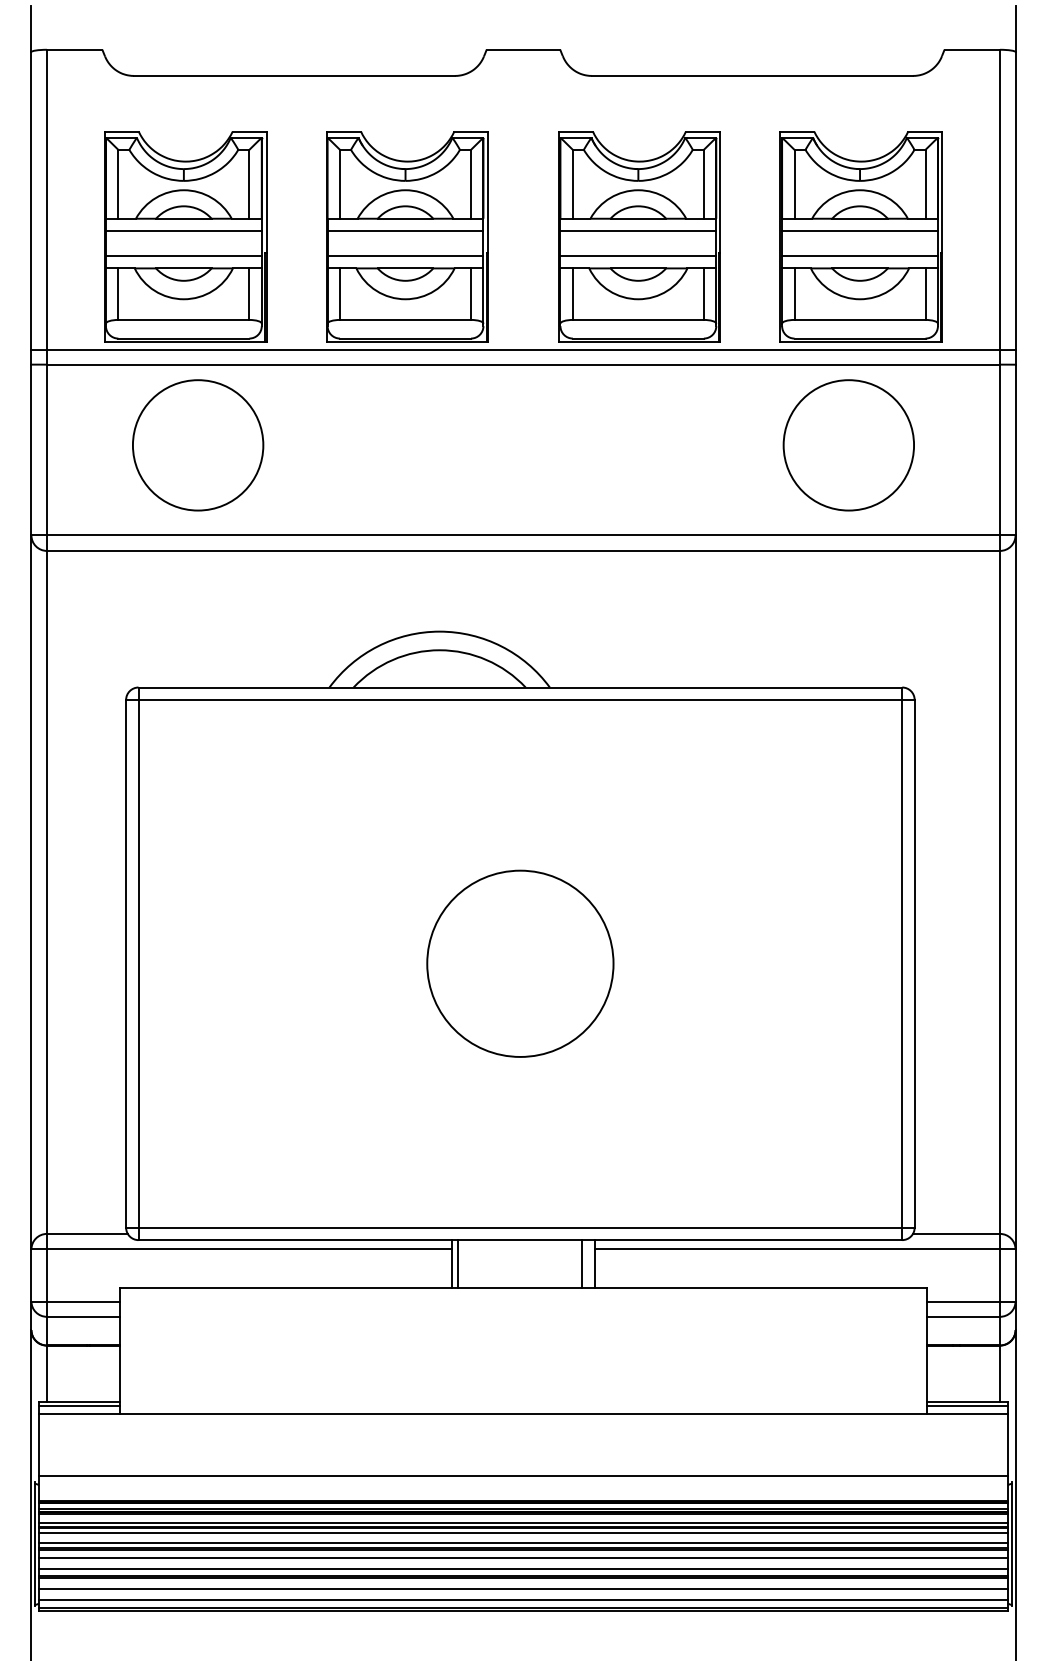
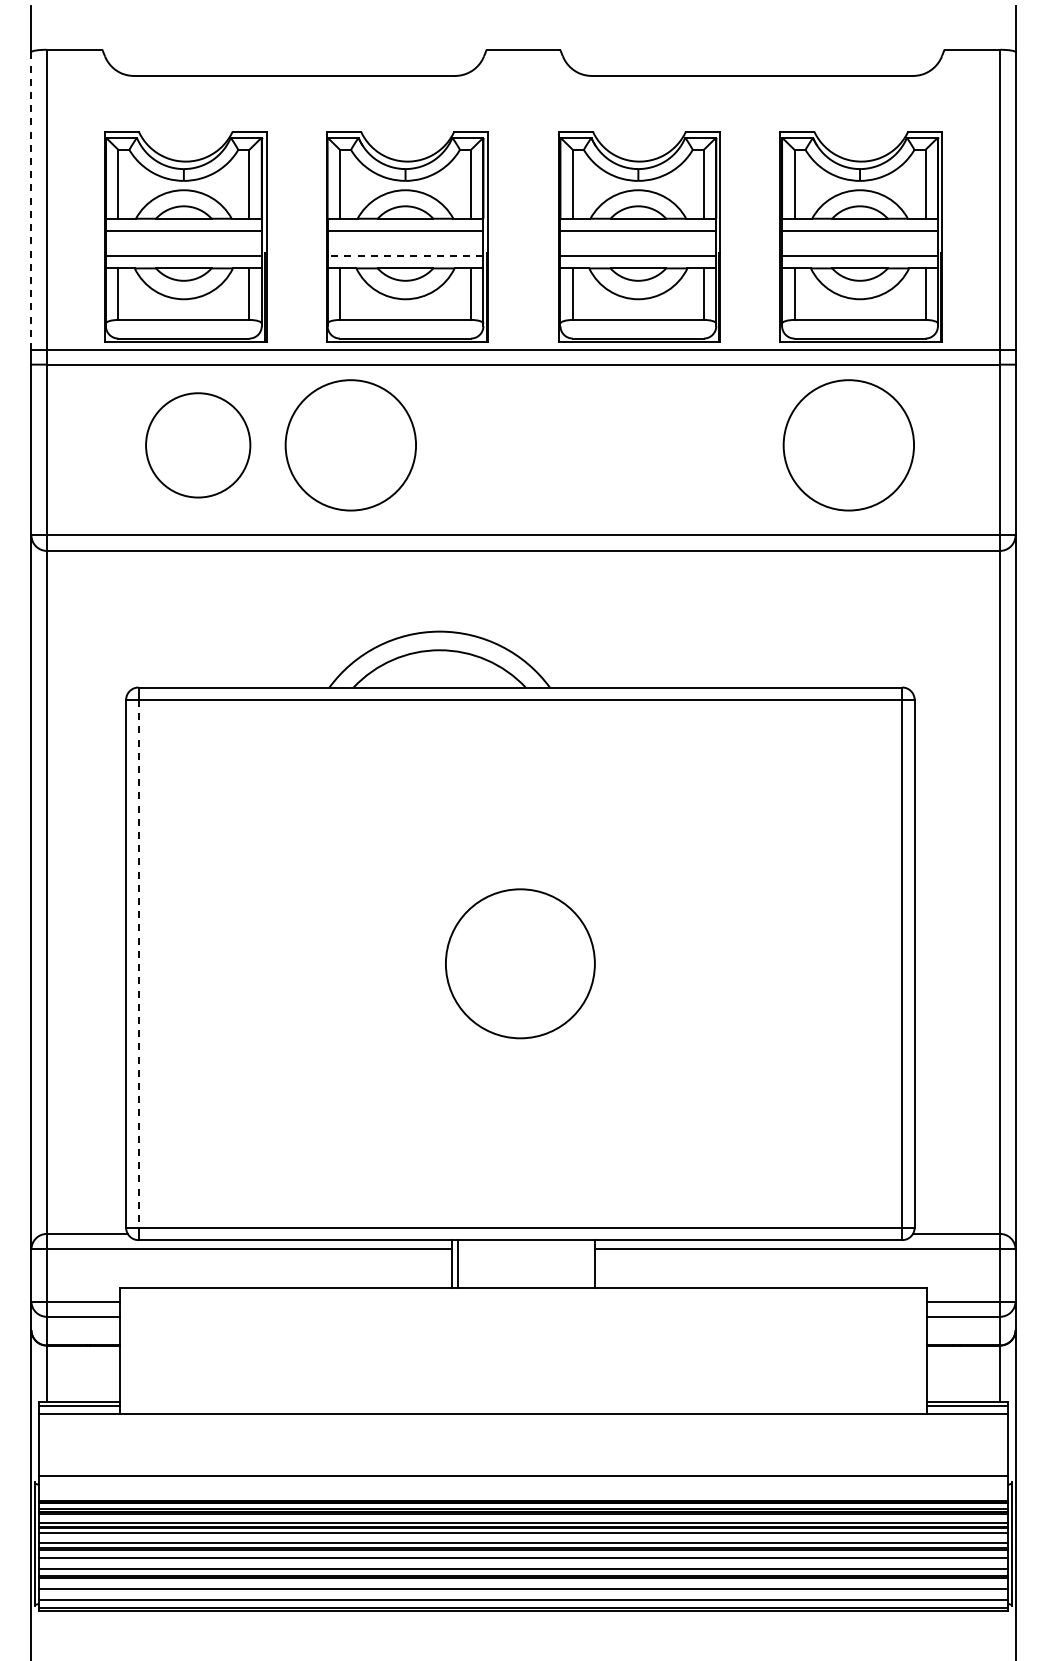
line at (31, 201): solid -> dashed
line at (405, 256): solid -> dashed
circle at (198, 445) size: 133x133 px -> 107x107 px
circle at (350, 445): none -> present
line at (138, 963): solid -> dashed
circle at (520, 963) diameter: 186 px -> 149 px
line at (582, 1263): present -> none
